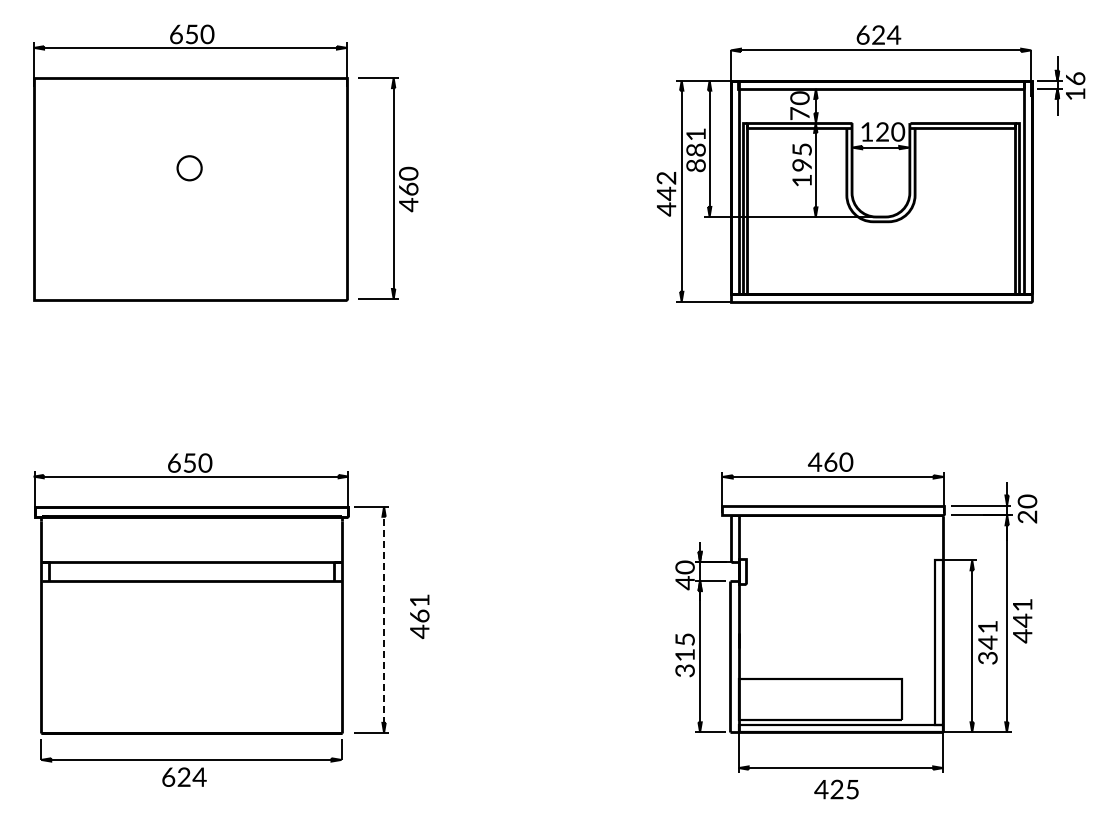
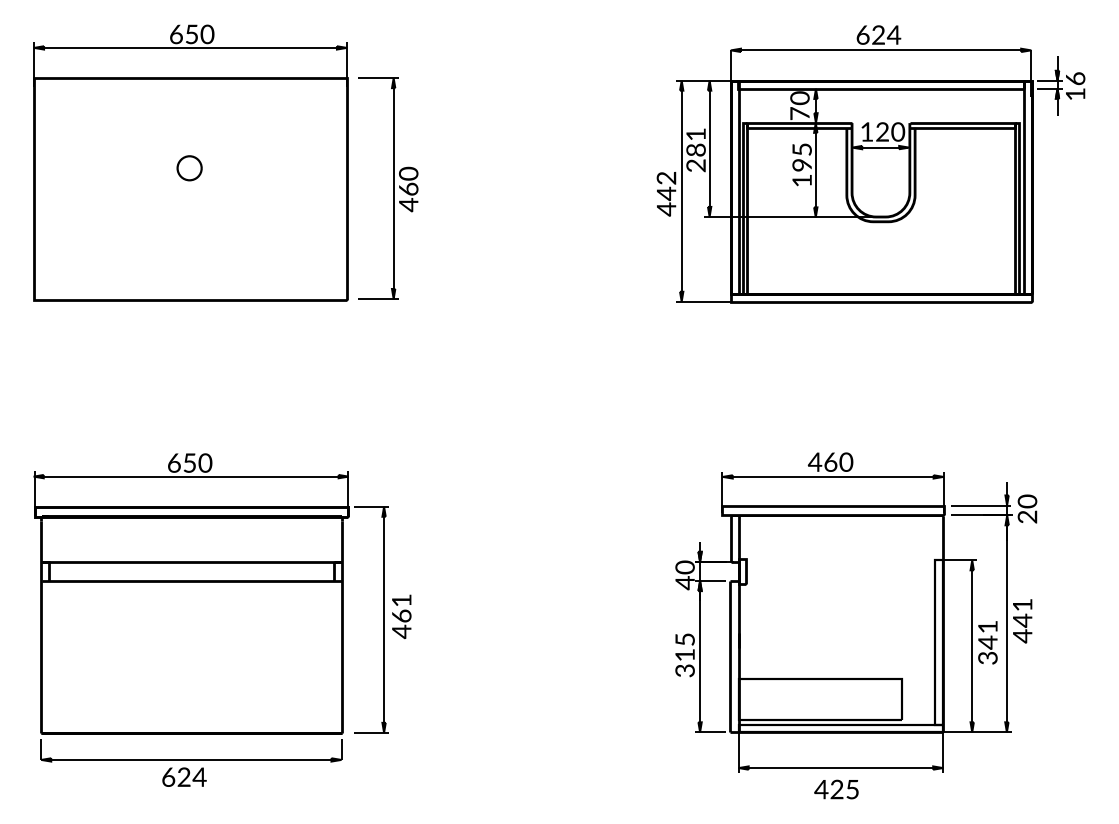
text at (696, 165): 881 -> 281
line at (384, 614): dashed -> solid
text at (419, 616) position: (419, 616) -> (401, 616)
